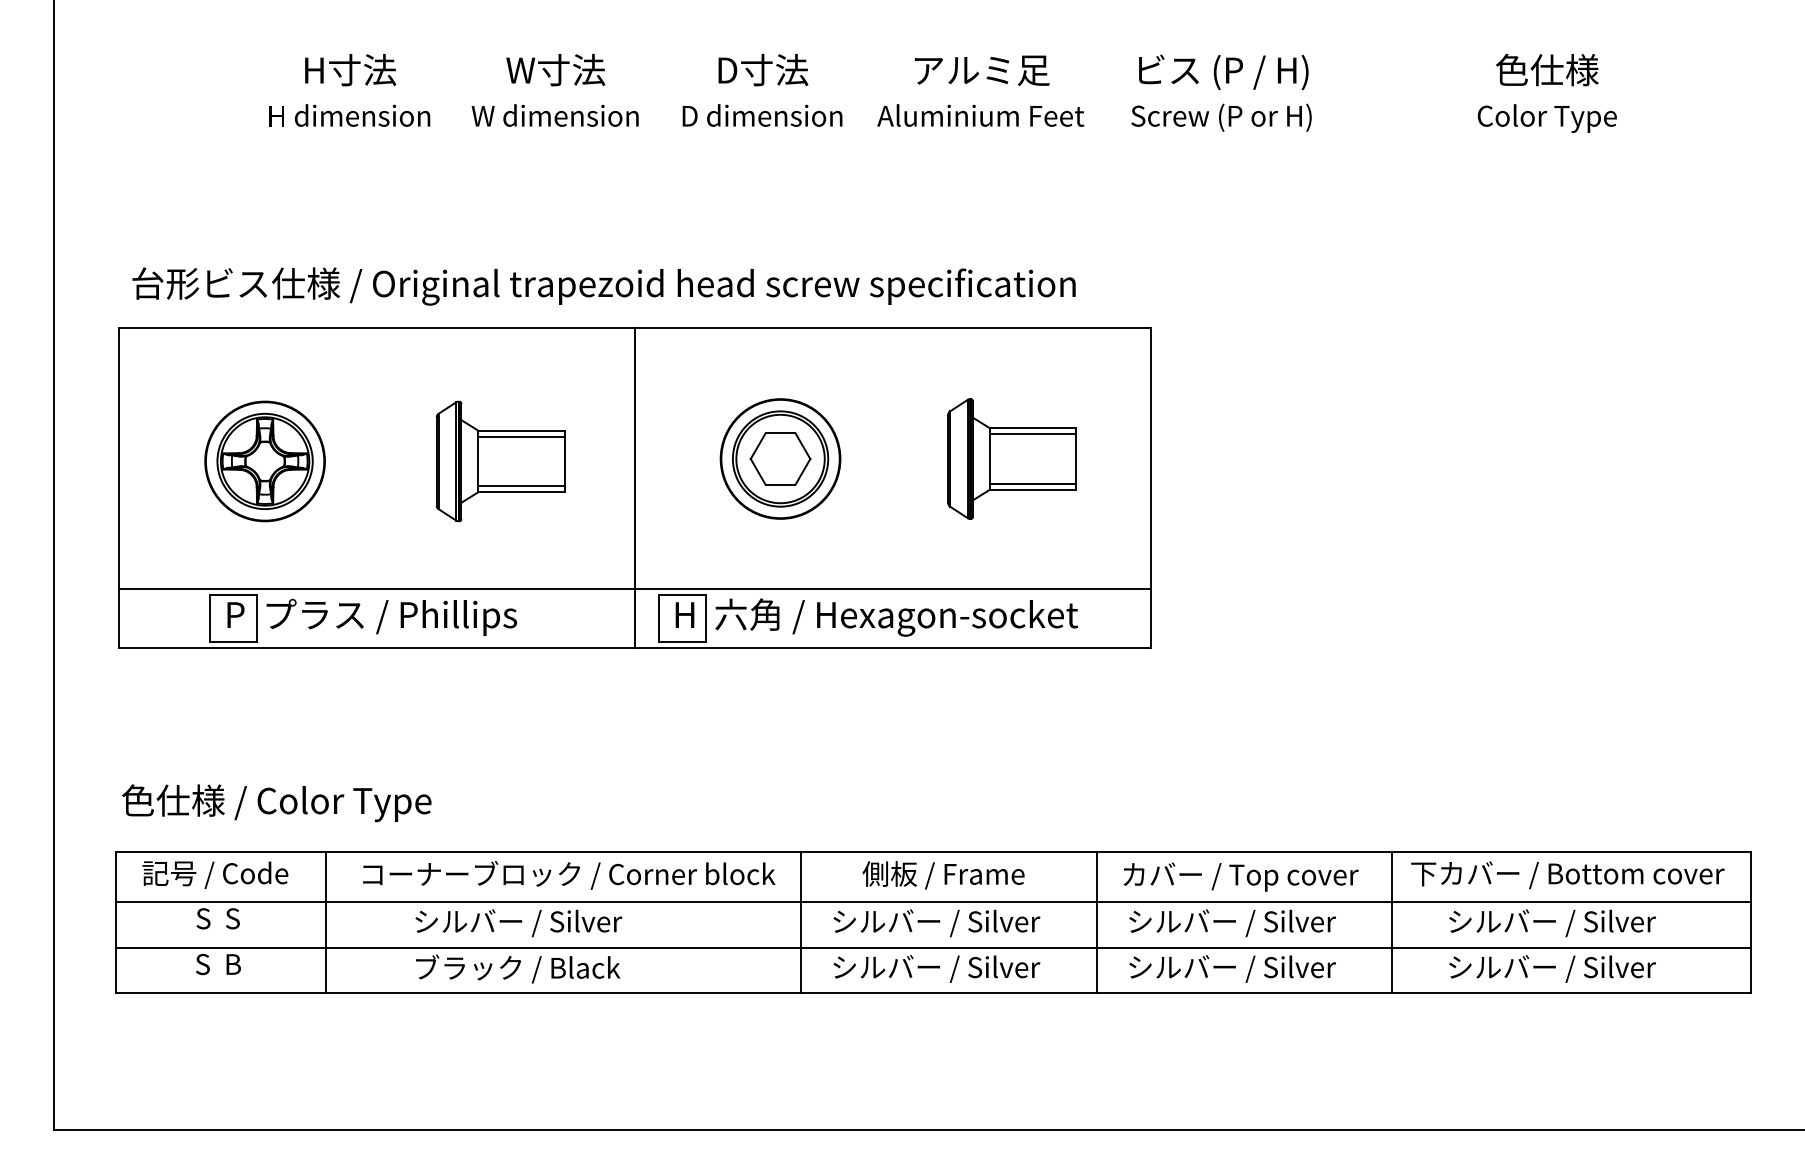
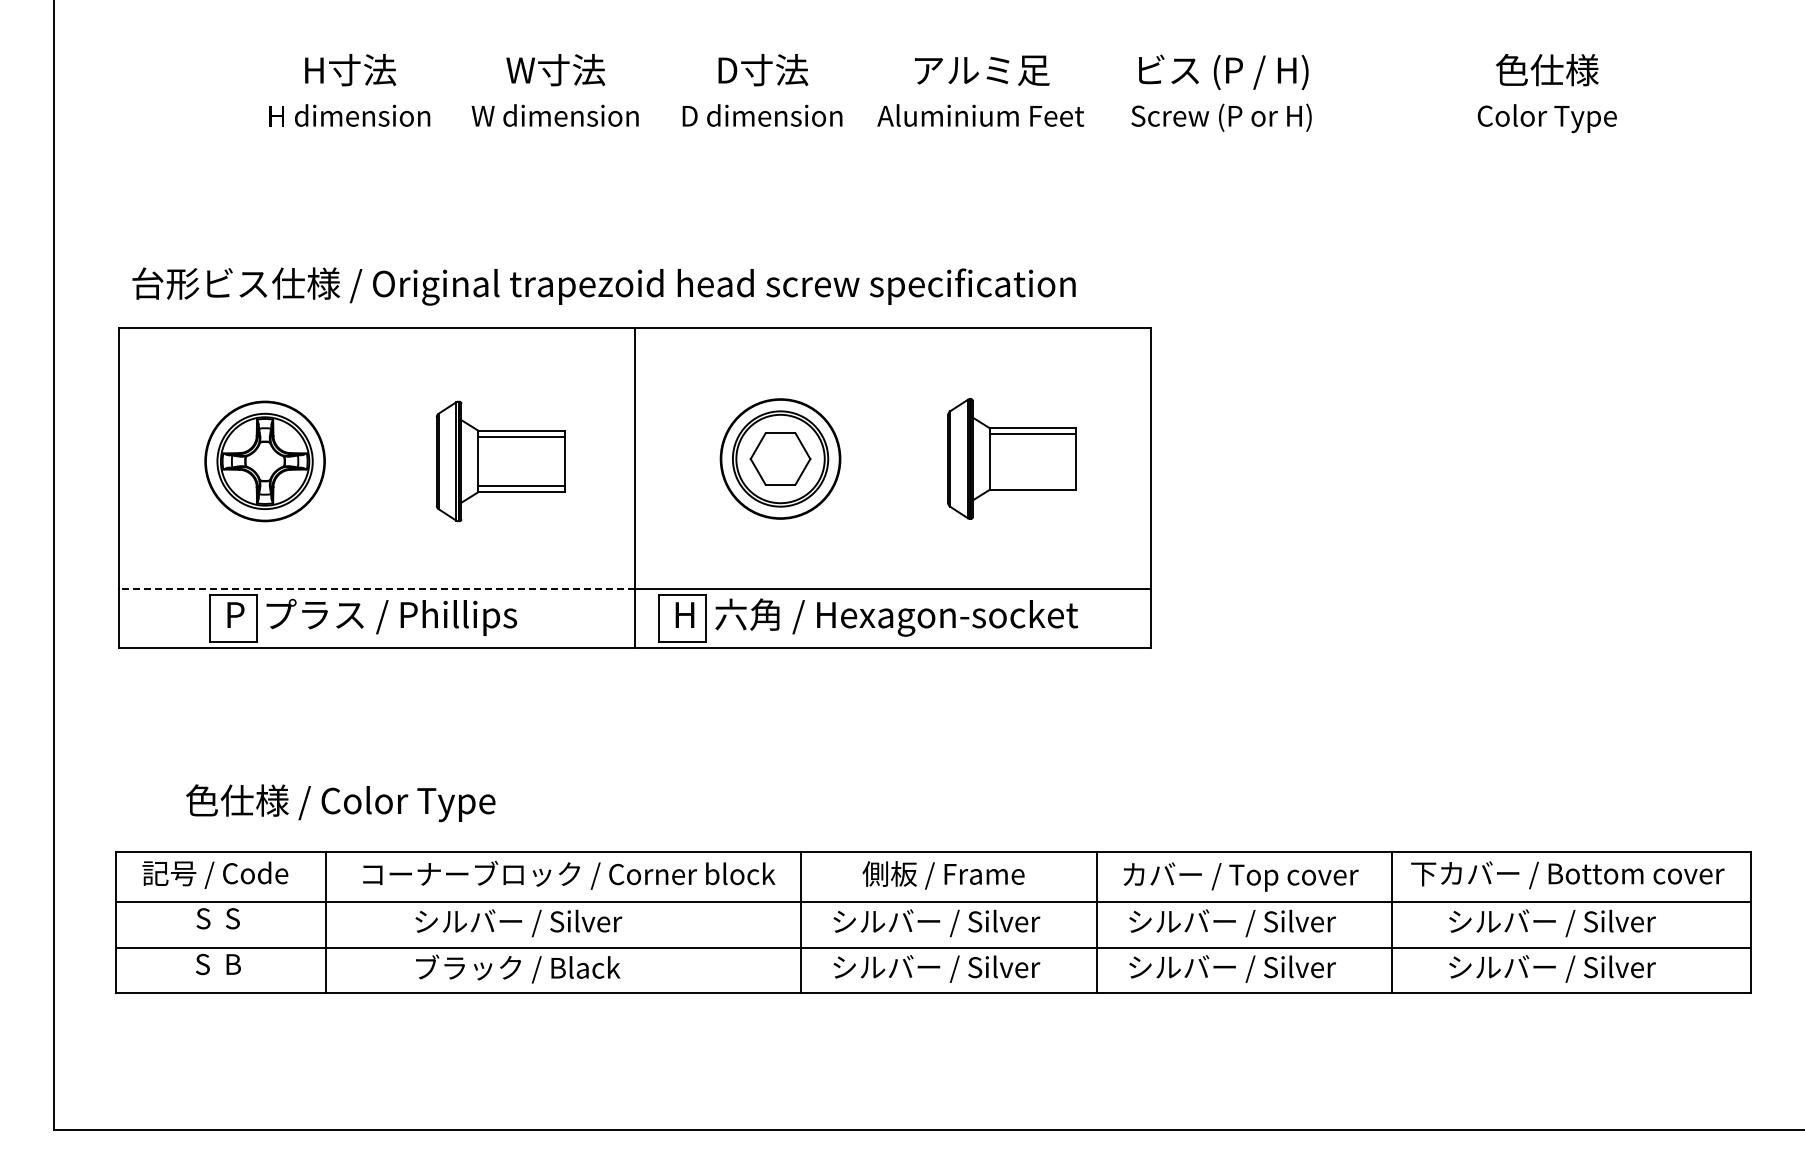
line at (1032, 483): present -> none
line at (376, 589): solid -> dashed
text at (276, 803) position: (276, 803) -> (340, 803)
